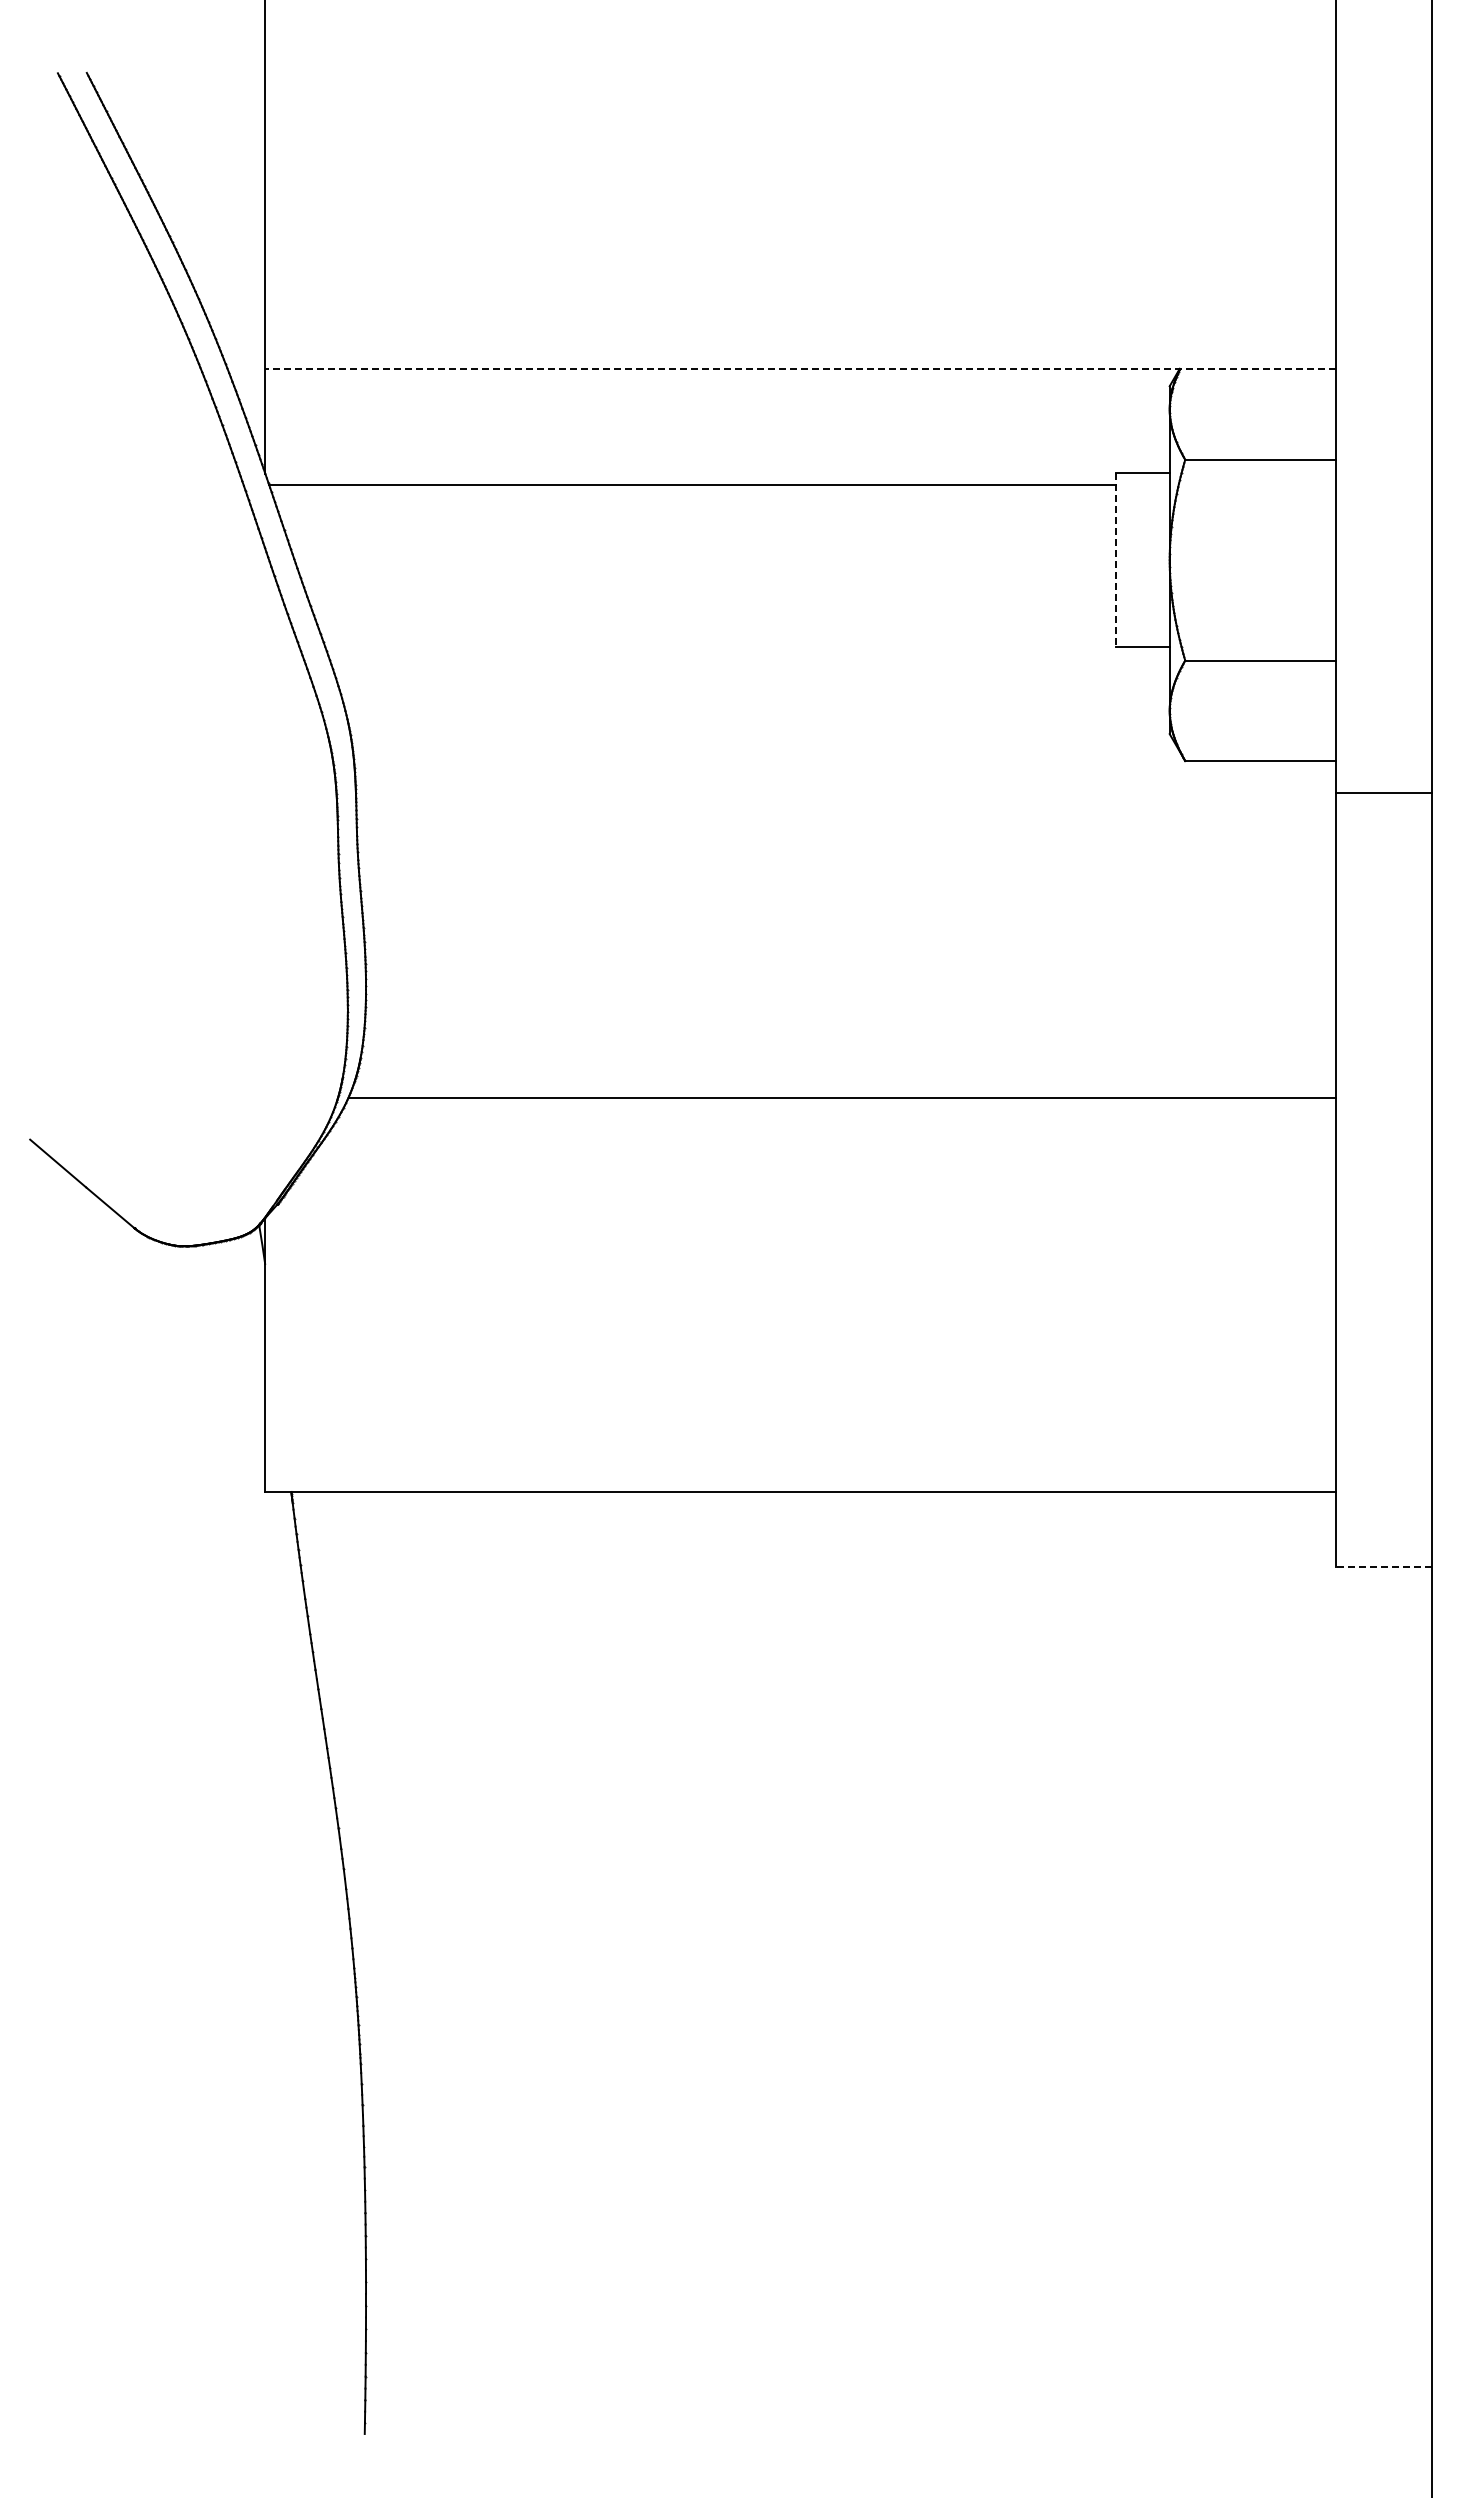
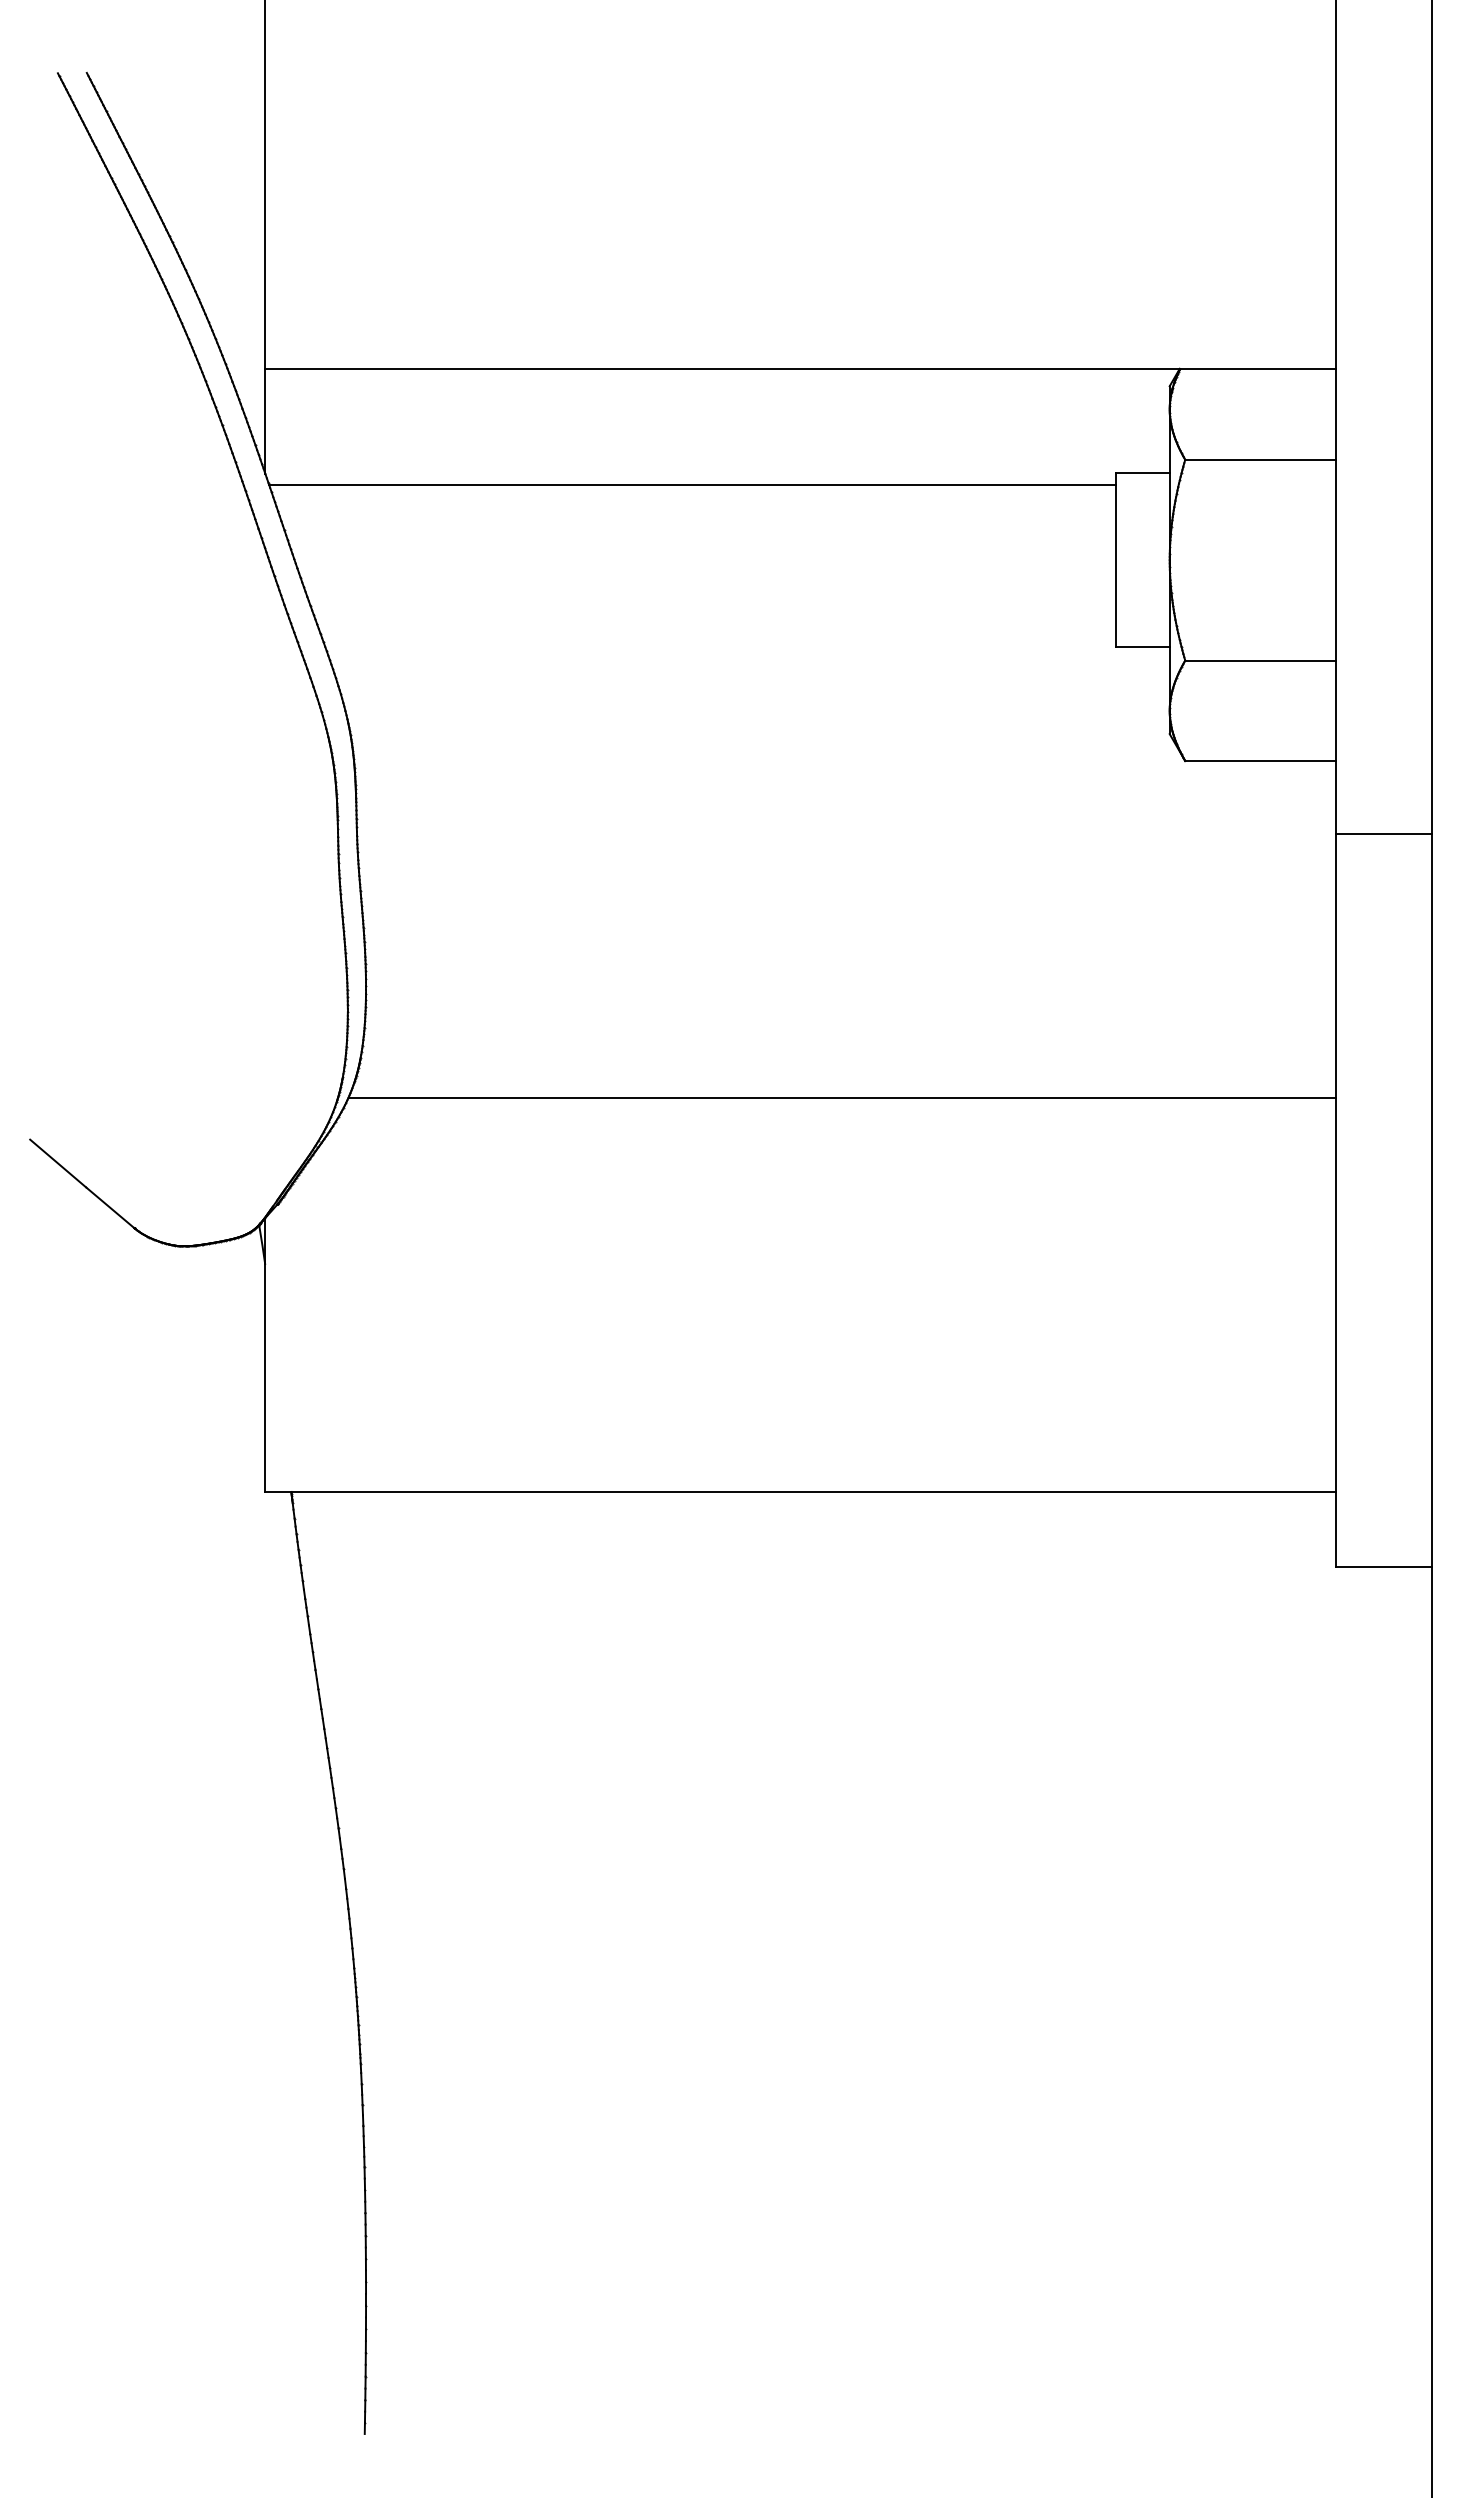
line at (799, 368): dashed -> solid
line at (1116, 560): dashed -> solid
line at (1383, 792) position: (1383, 792) -> (1383, 833)
line at (1383, 1566): dashed -> solid
